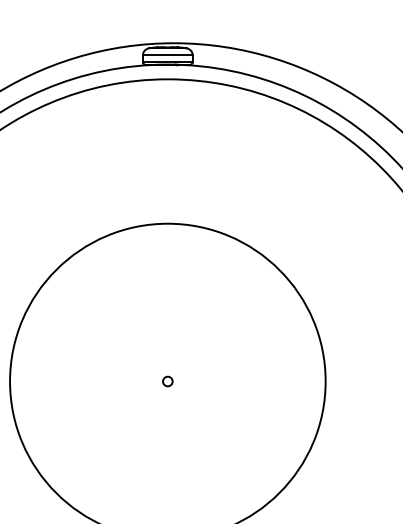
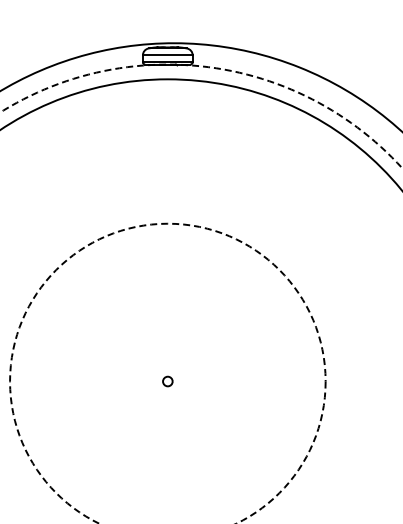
circle at (201, 116): solid -> dashed
circle at (167, 373): solid -> dashed
